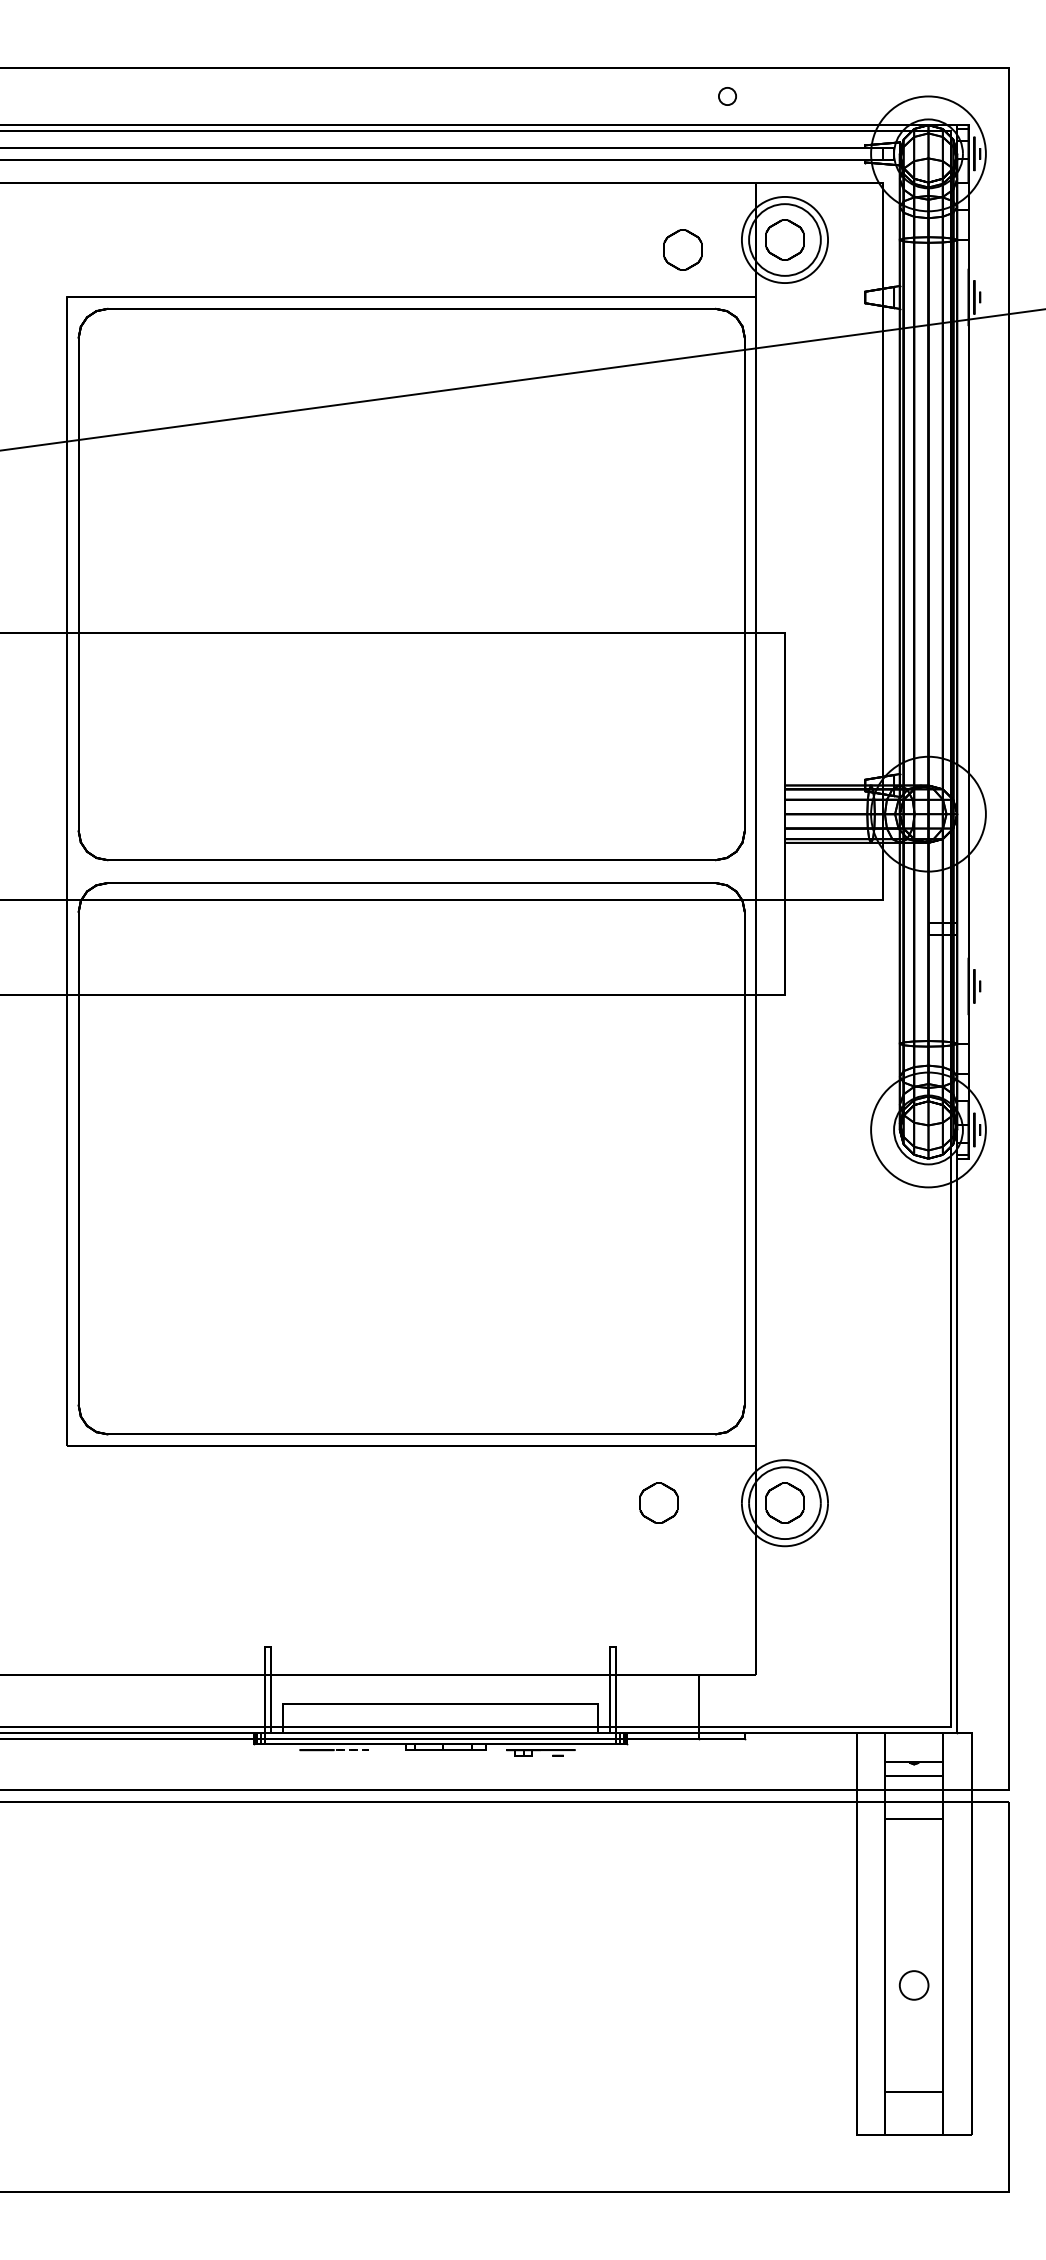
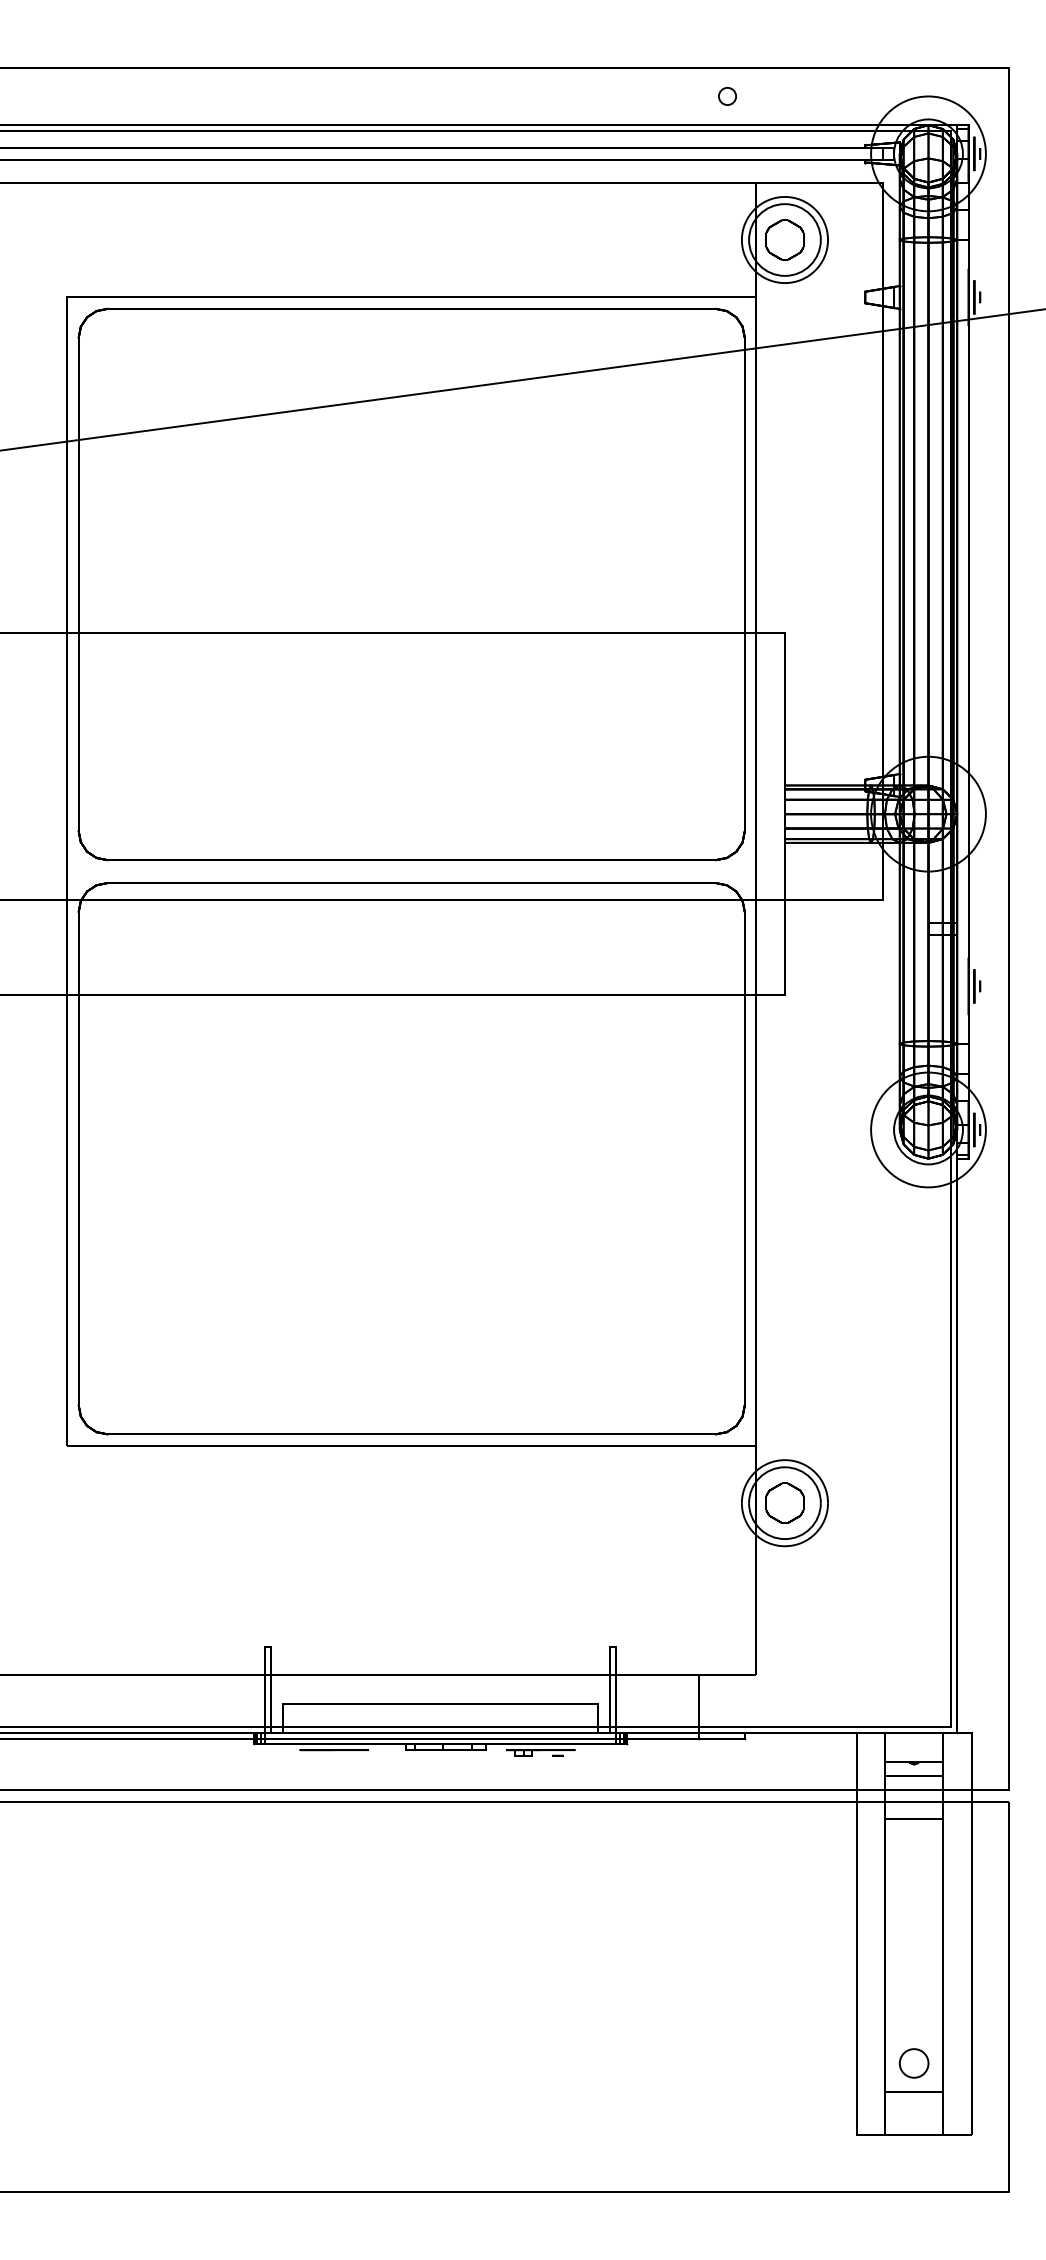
part at (682, 249): present -> none
part at (658, 1502): present -> none
circle at (351, 1750): dashed -> solid
circle at (913, 1985) position: (913, 1985) -> (913, 2063)
